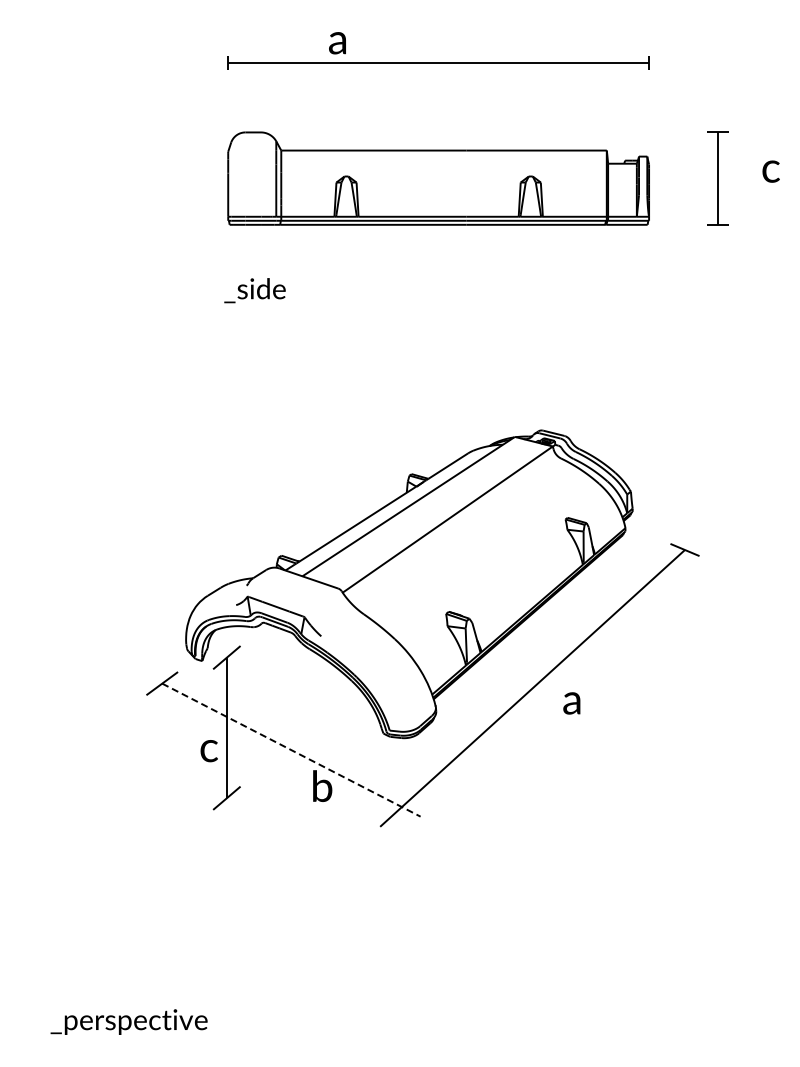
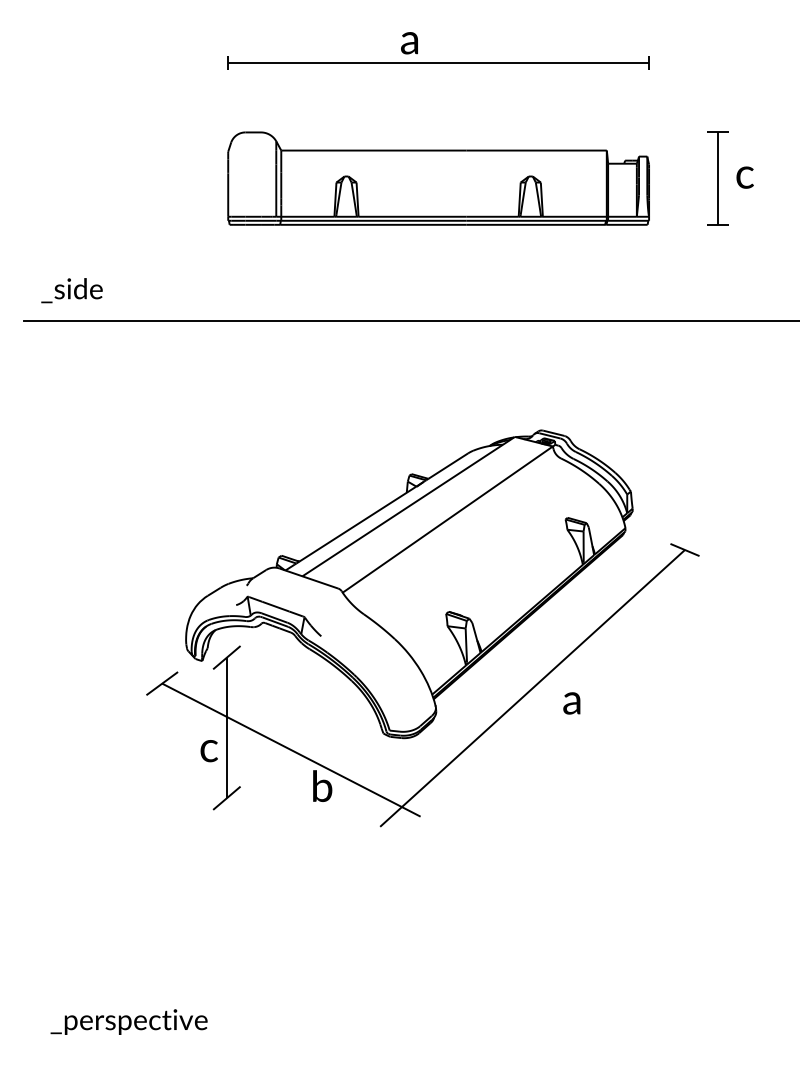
text at (337, 43) position: (337, 43) -> (409, 43)
text at (770, 171) position: (770, 171) -> (744, 177)
text at (254, 290) position: (254, 290) -> (71, 290)
line at (410, 320): none -> present
line at (291, 750): dashed -> solid
